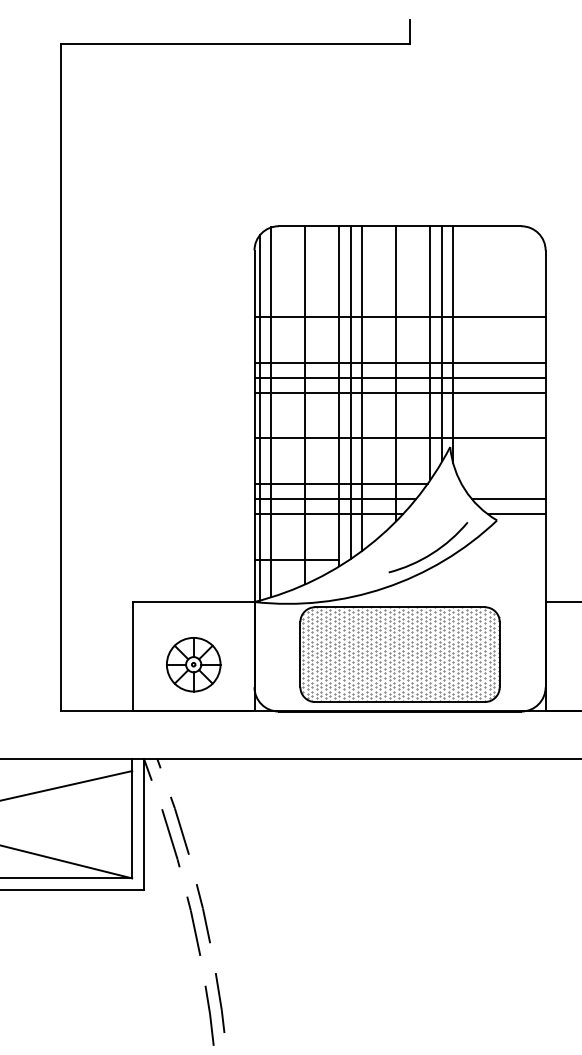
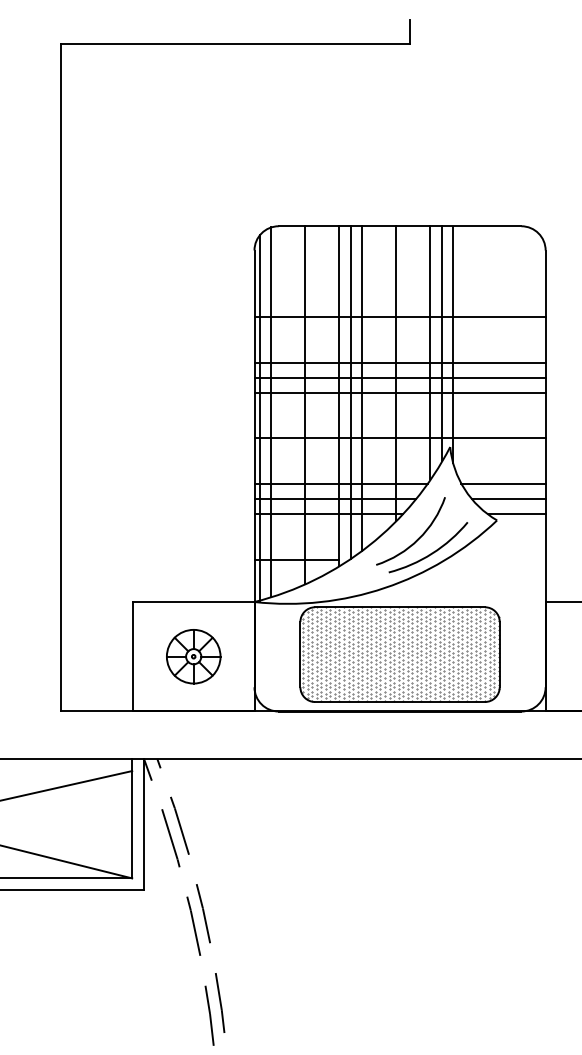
line at (503, 483): none -> present
arc at (417, 538): none -> present
part at (193, 664) position: (193, 664) -> (193, 656)
